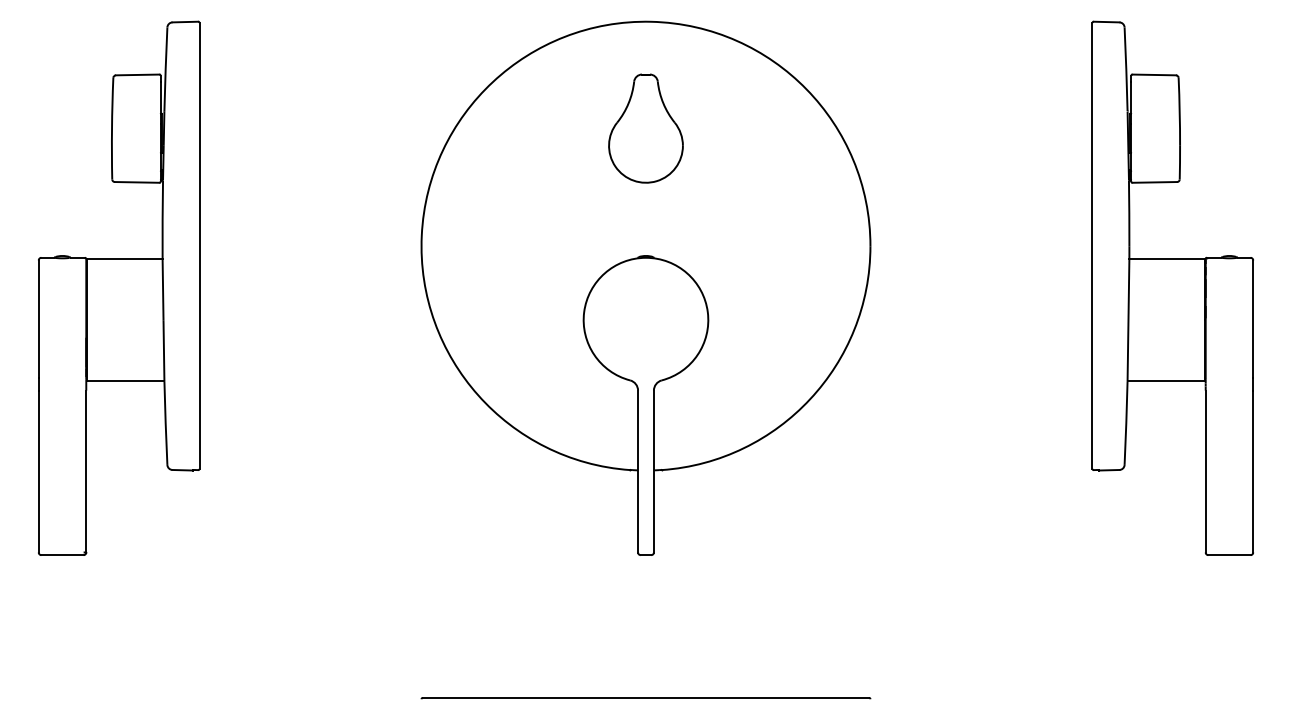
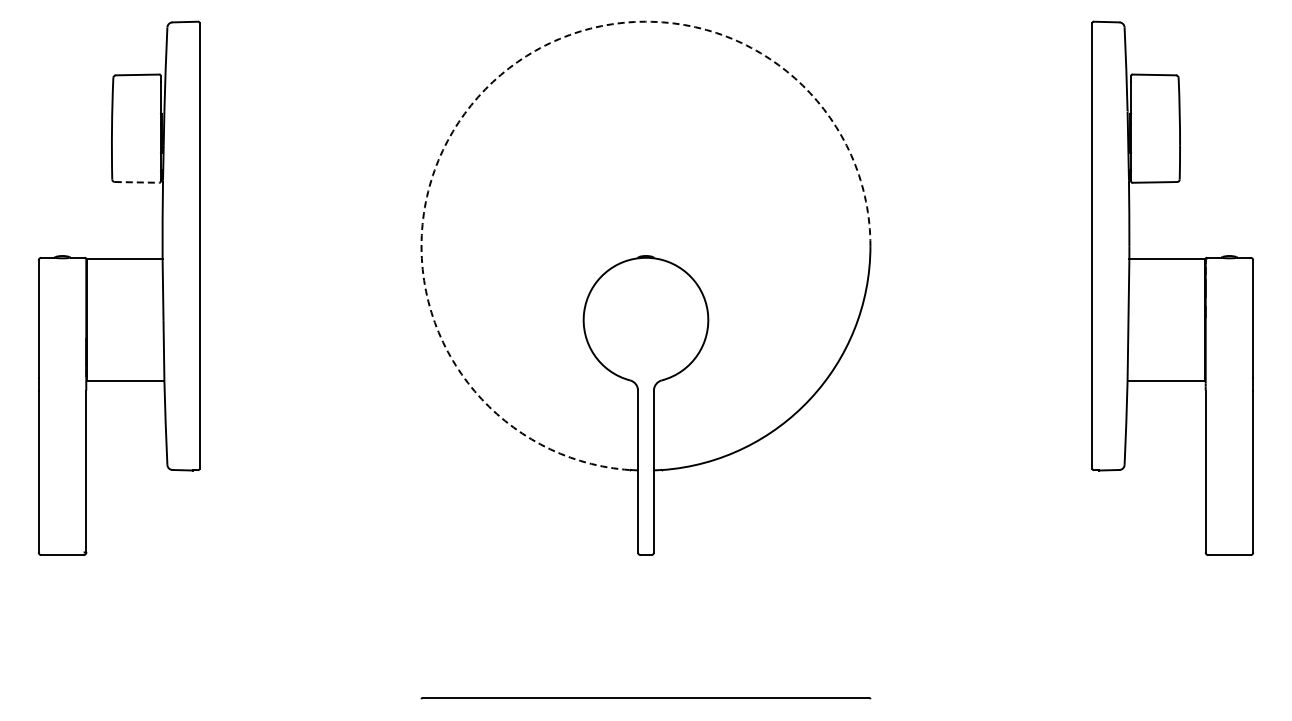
arc at (492, 82): solid -> dashed
part at (645, 128): present -> none
line at (137, 182): solid -> dashed
